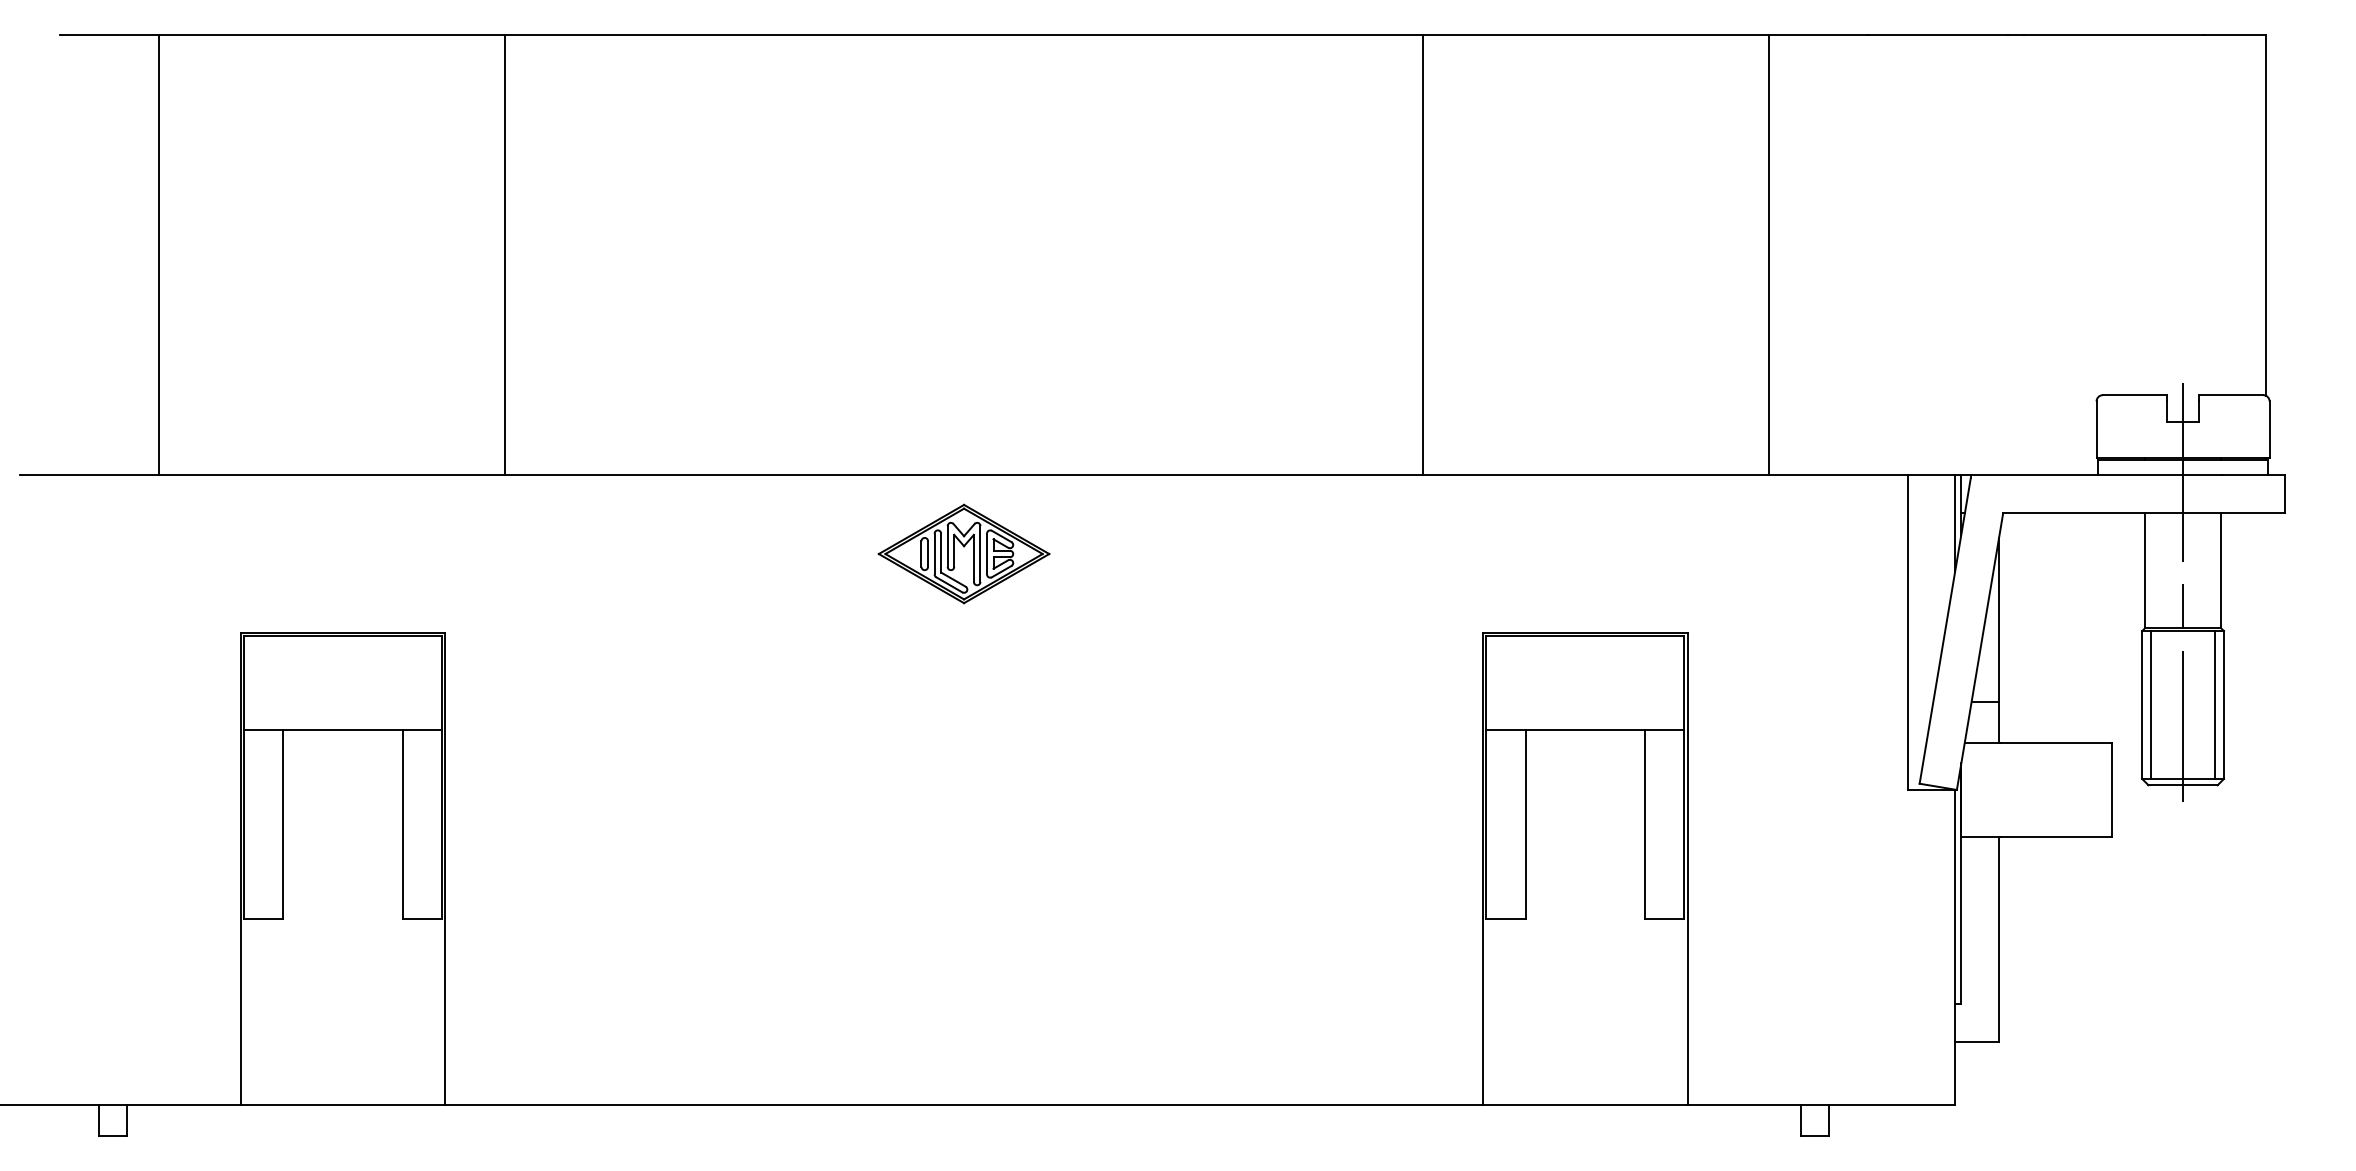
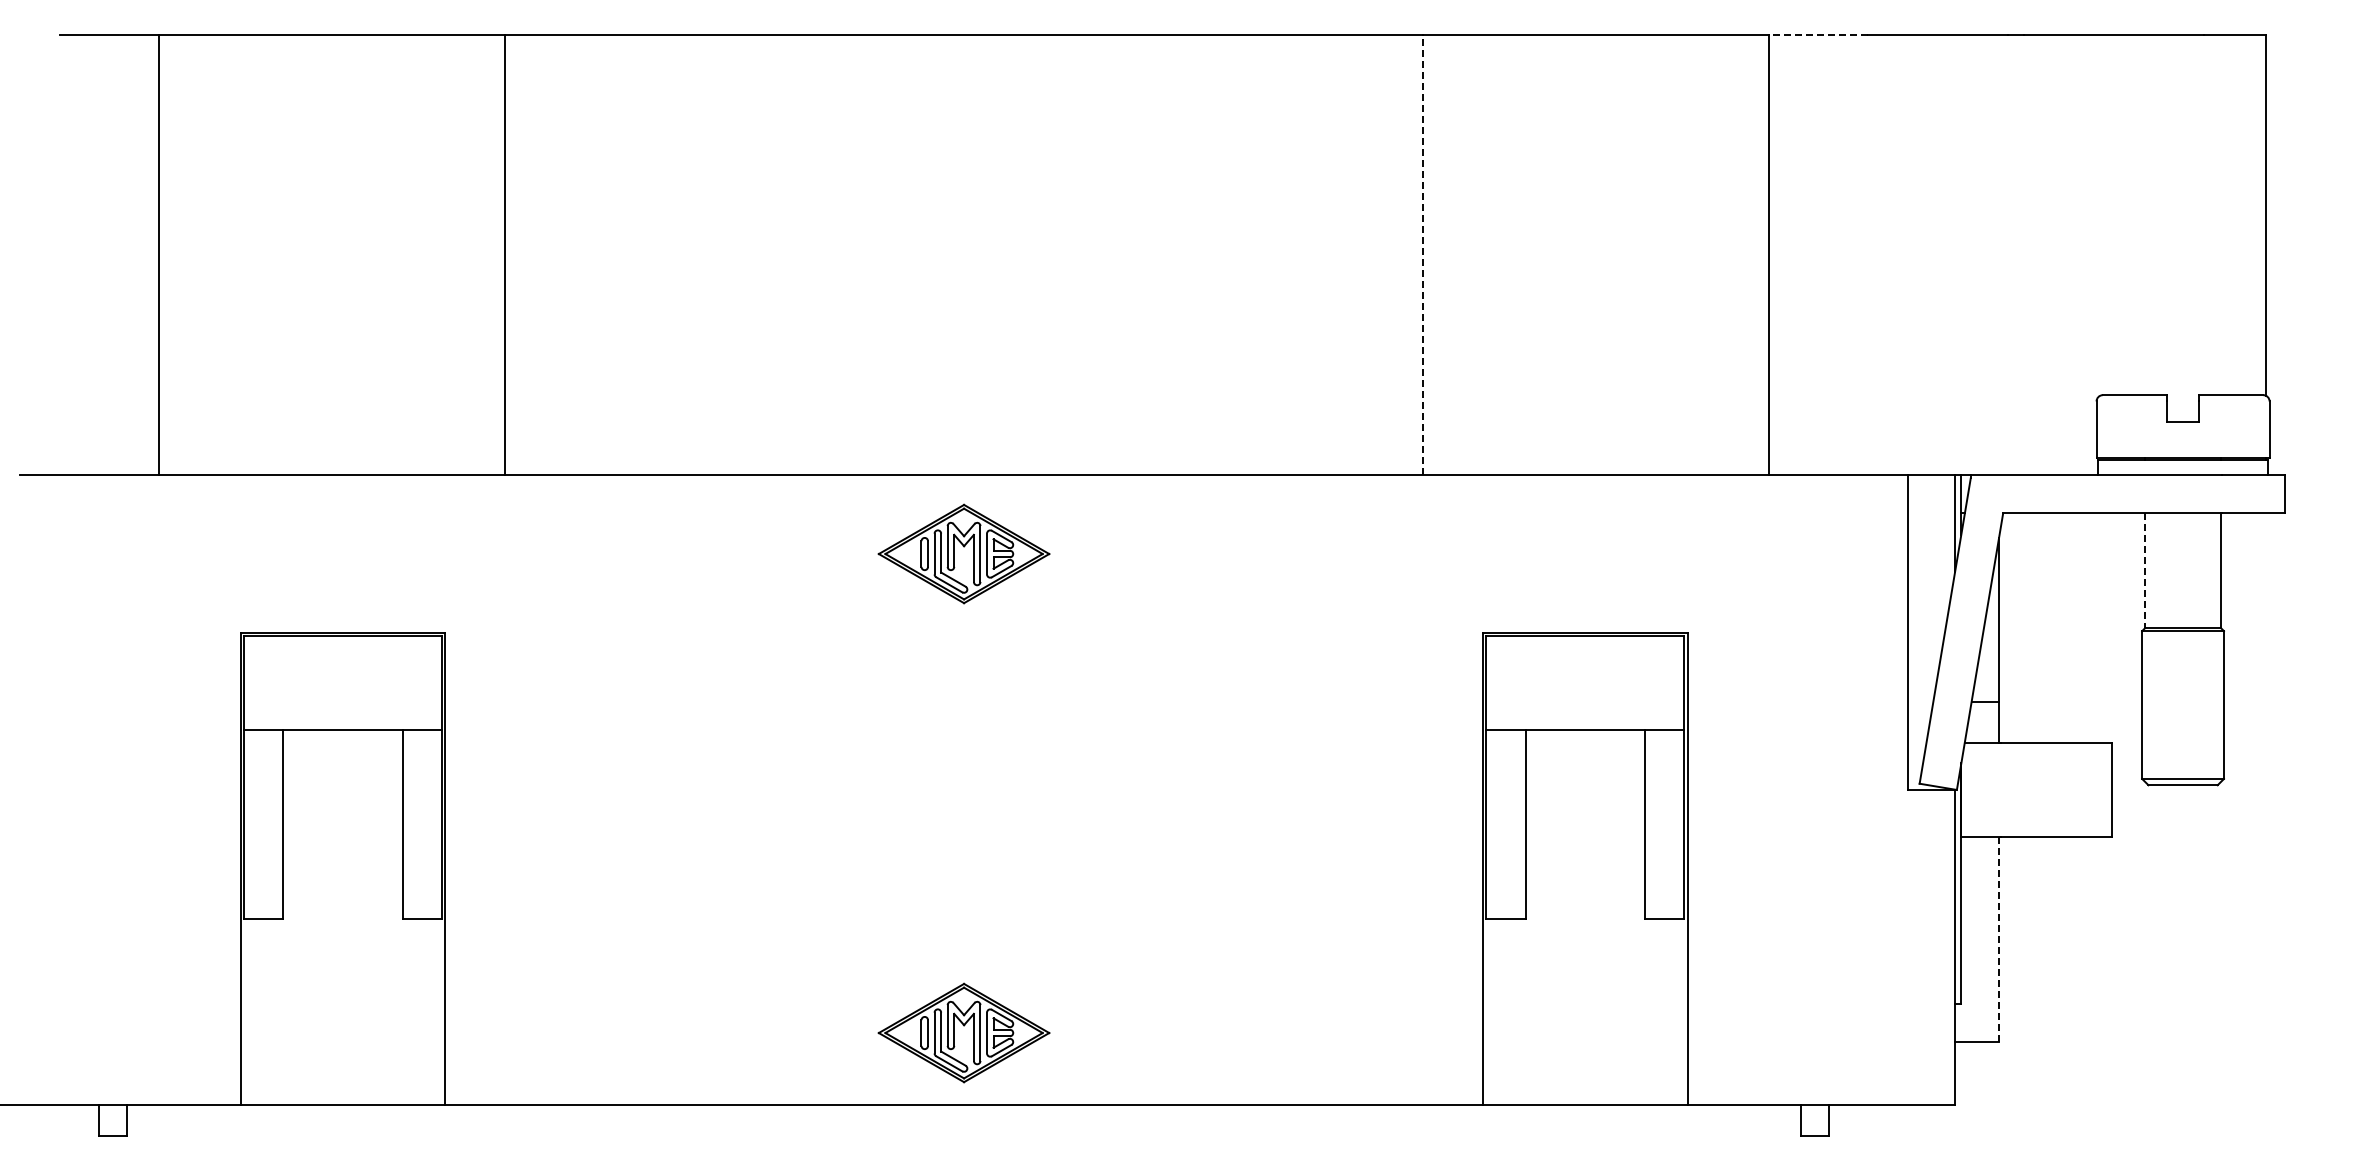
line at (1818, 34): solid -> dashed
line at (1423, 254): solid -> dashed
line at (2145, 571): solid -> dashed
line at (2183, 592): present -> none
line at (2150, 704): present -> none
line at (2215, 704): present -> none
line at (1999, 938): solid -> dashed
part at (963, 1032): none -> present
